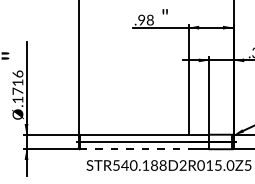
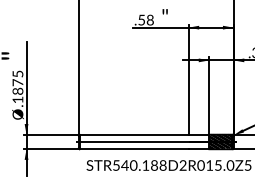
text at (141, 19): .98 -> .58
text at (17, 82): .1716 -> .1875
hatch at (221, 141): none -> present
line at (134, 149): dashed -> solid
